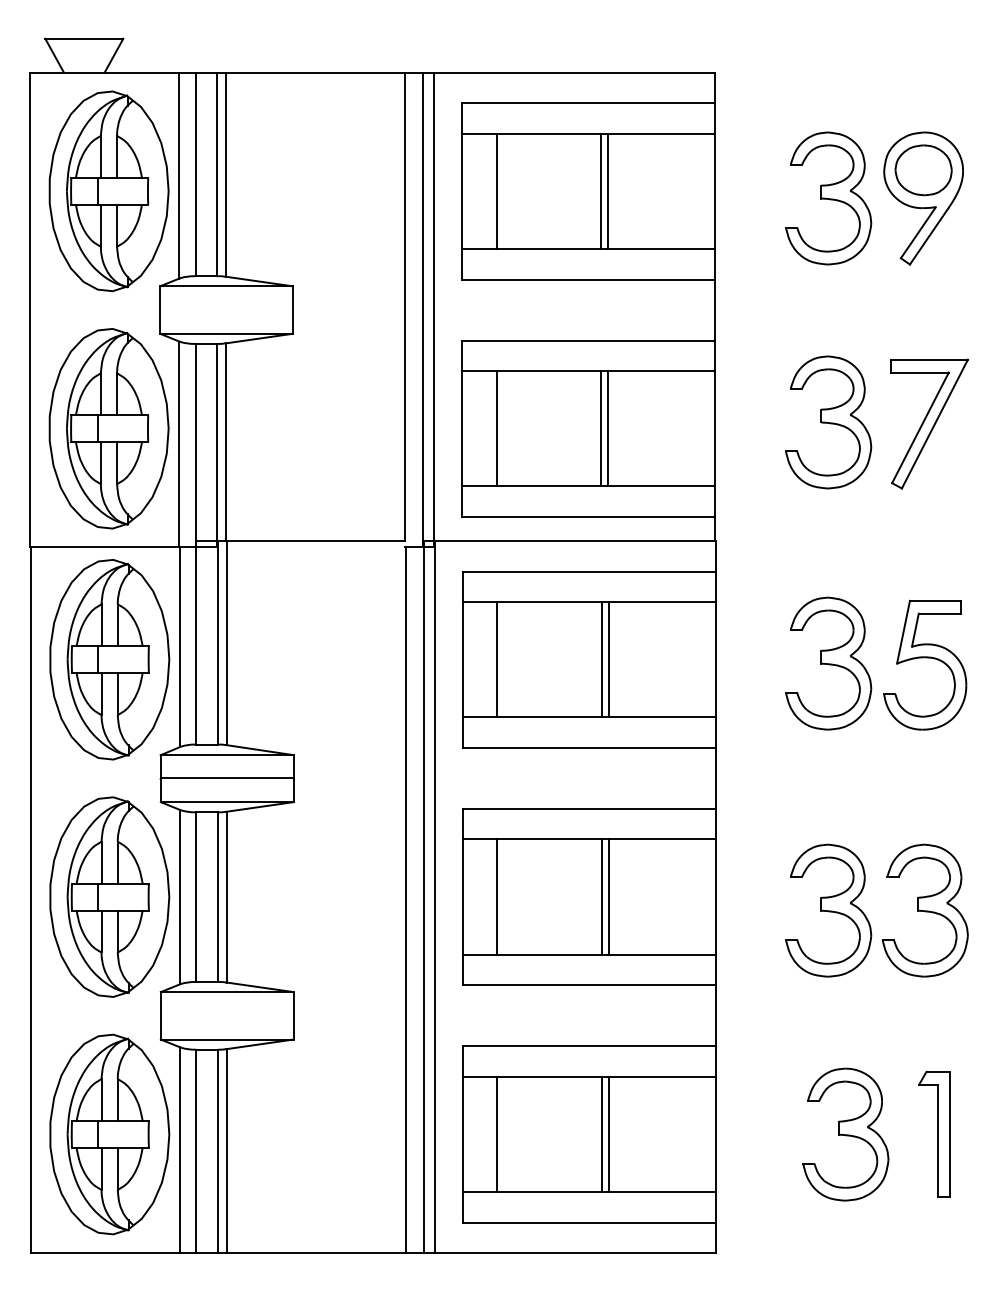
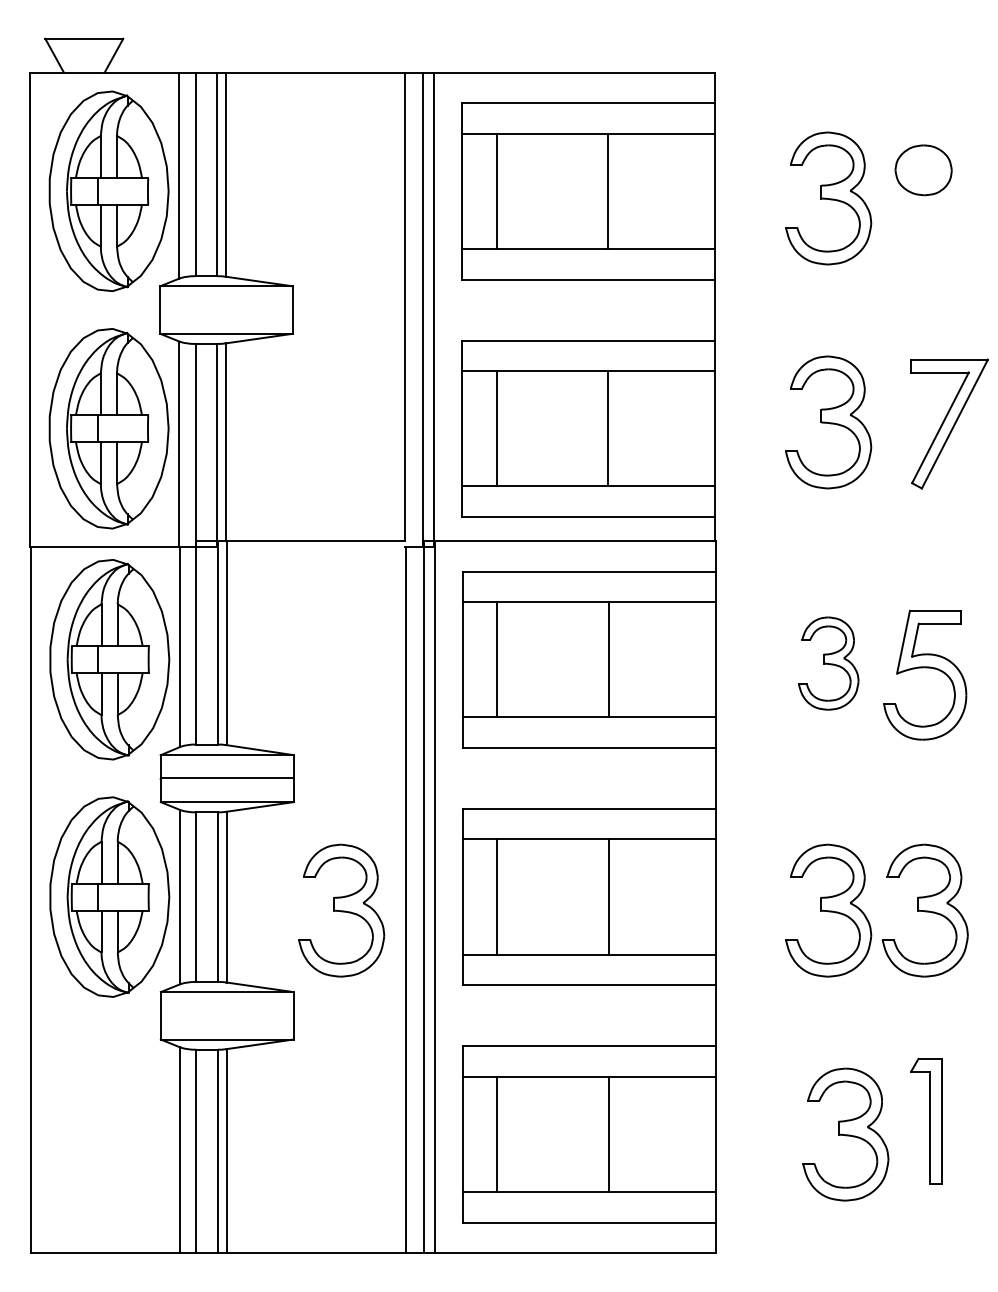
line at (601, 191): present -> none
part at (923, 198): present -> none
part at (929, 423) position: (929, 423) -> (949, 423)
line at (601, 428): present -> none
line at (602, 659): present -> none
part at (828, 663) size: 88x135 px -> 62x95 px
part at (925, 664) position: (925, 664) -> (925, 674)
line at (602, 896): present -> none
part at (341, 910): none -> present
part at (934, 1133) position: (934, 1133) -> (926, 1120)
part at (109, 1134): present -> none
line at (602, 1134): present -> none
